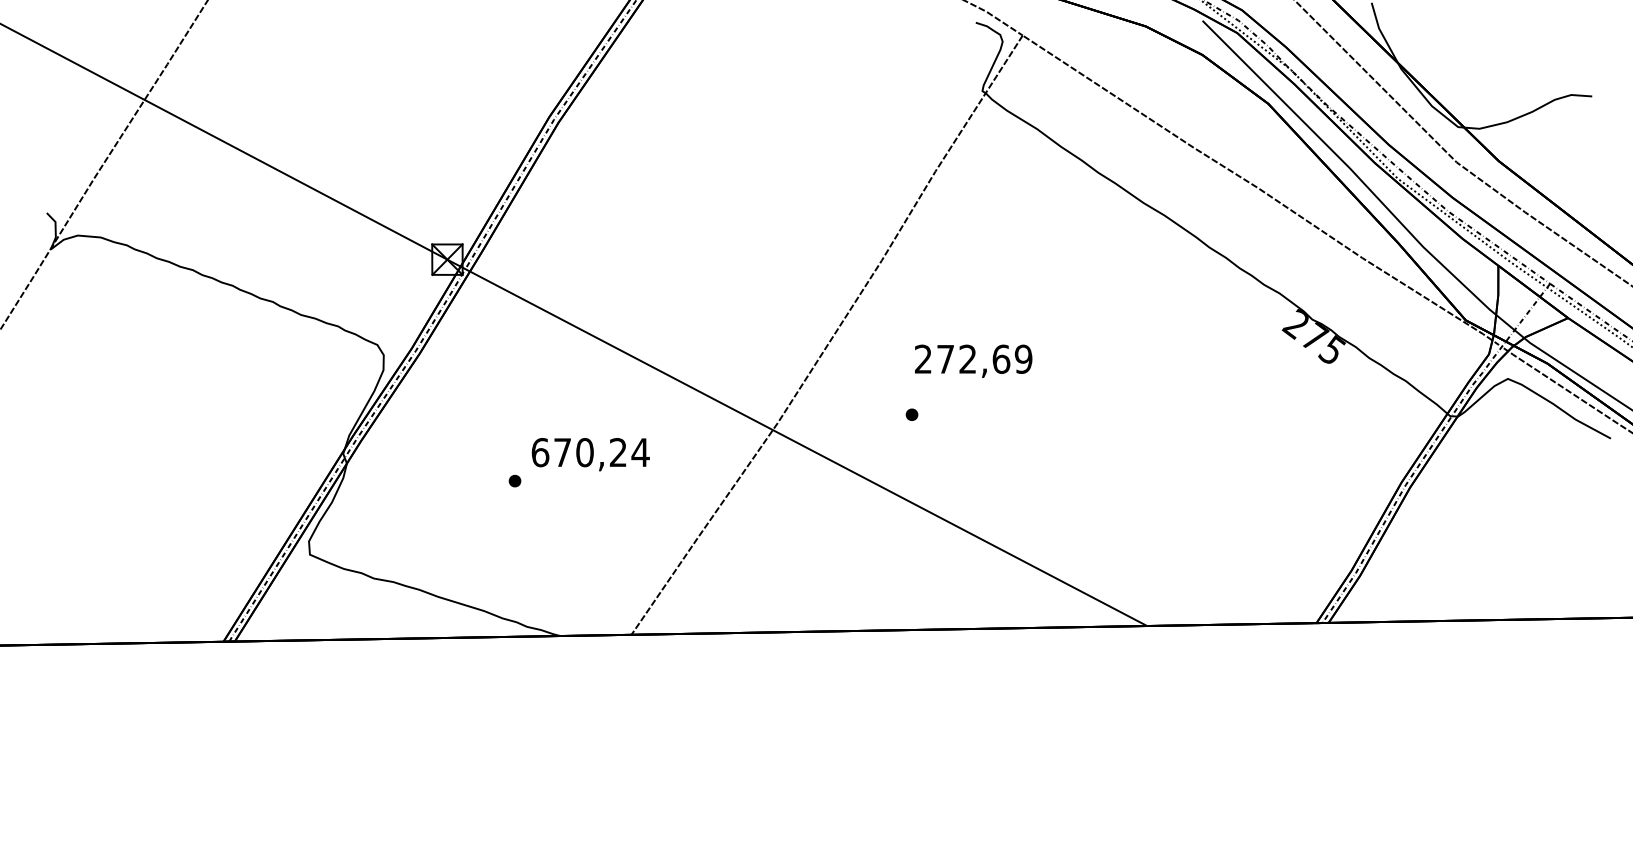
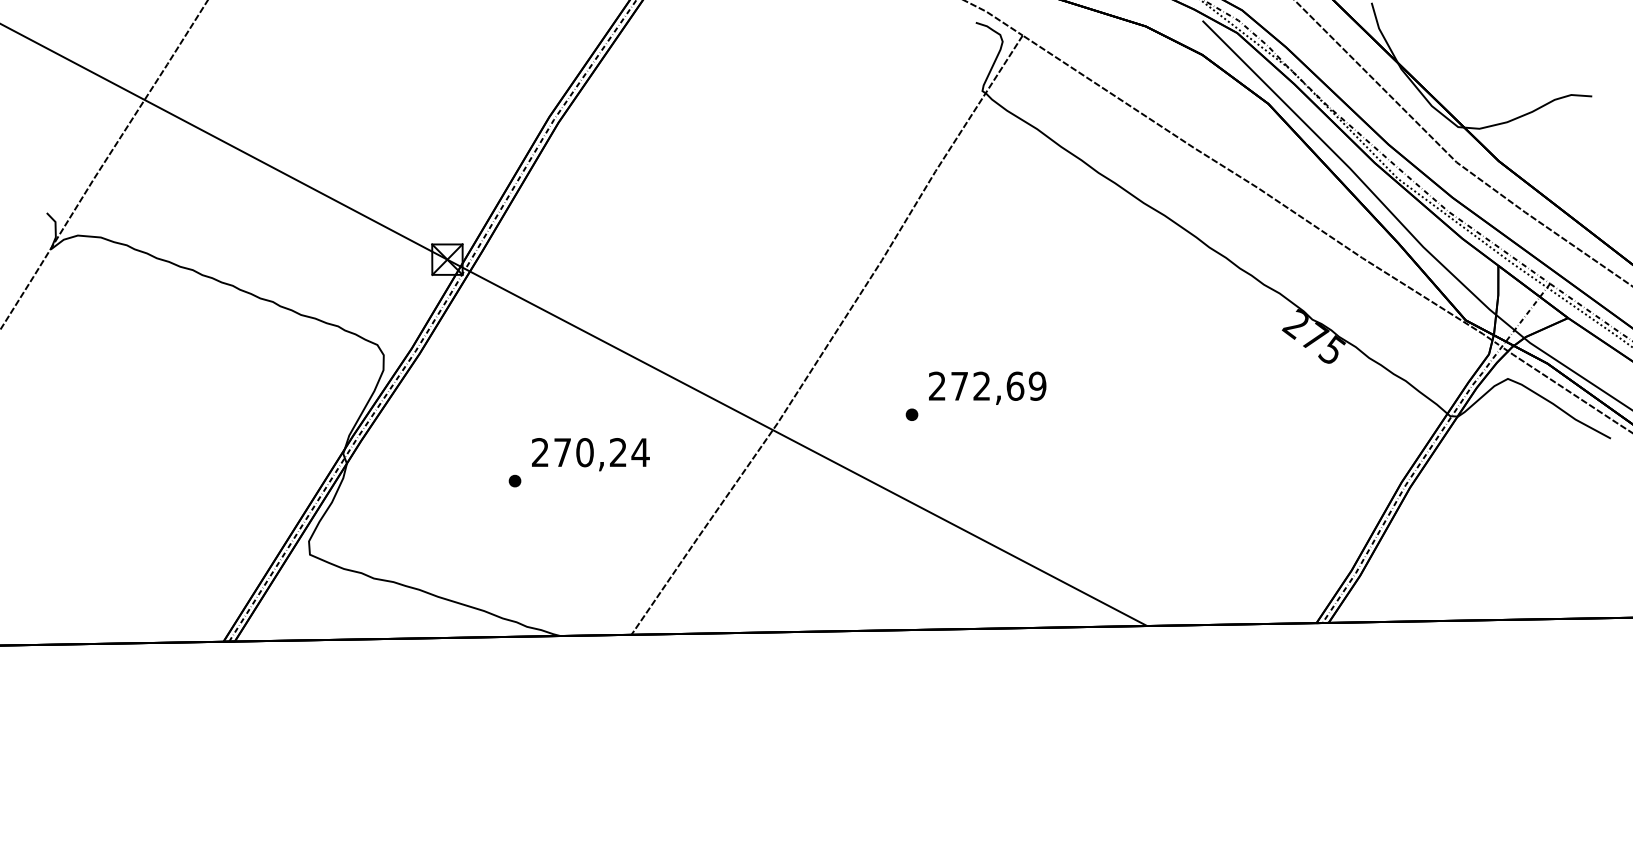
text at (973, 360) position: (973, 360) -> (987, 387)
text at (540, 452): 670,24 -> 270,24
